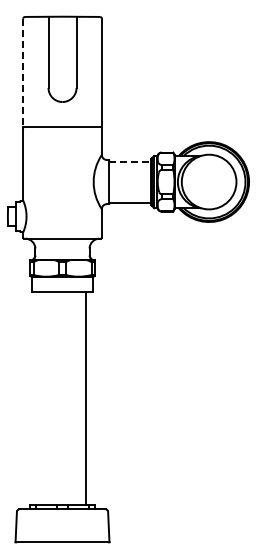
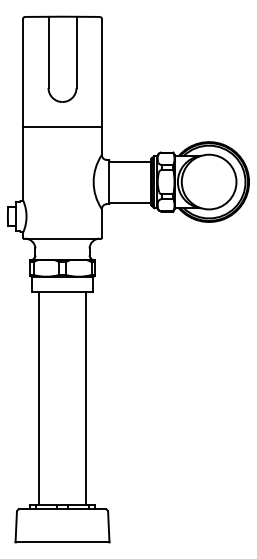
line at (23, 73): dashed -> solid
line at (130, 161): dashed -> solid
line at (39, 398): none -> present
